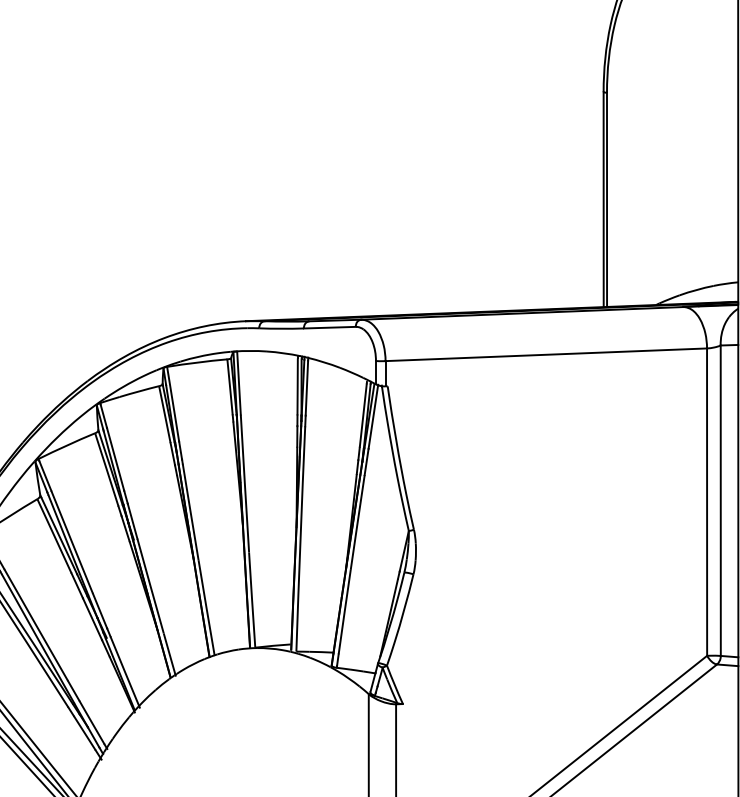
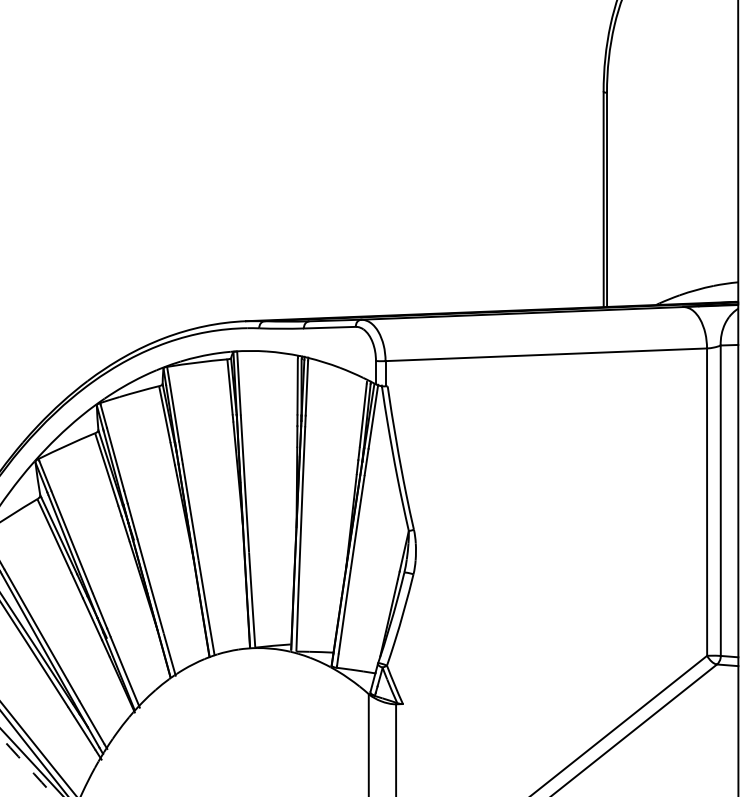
arc at (27, 766): solid -> dashed
